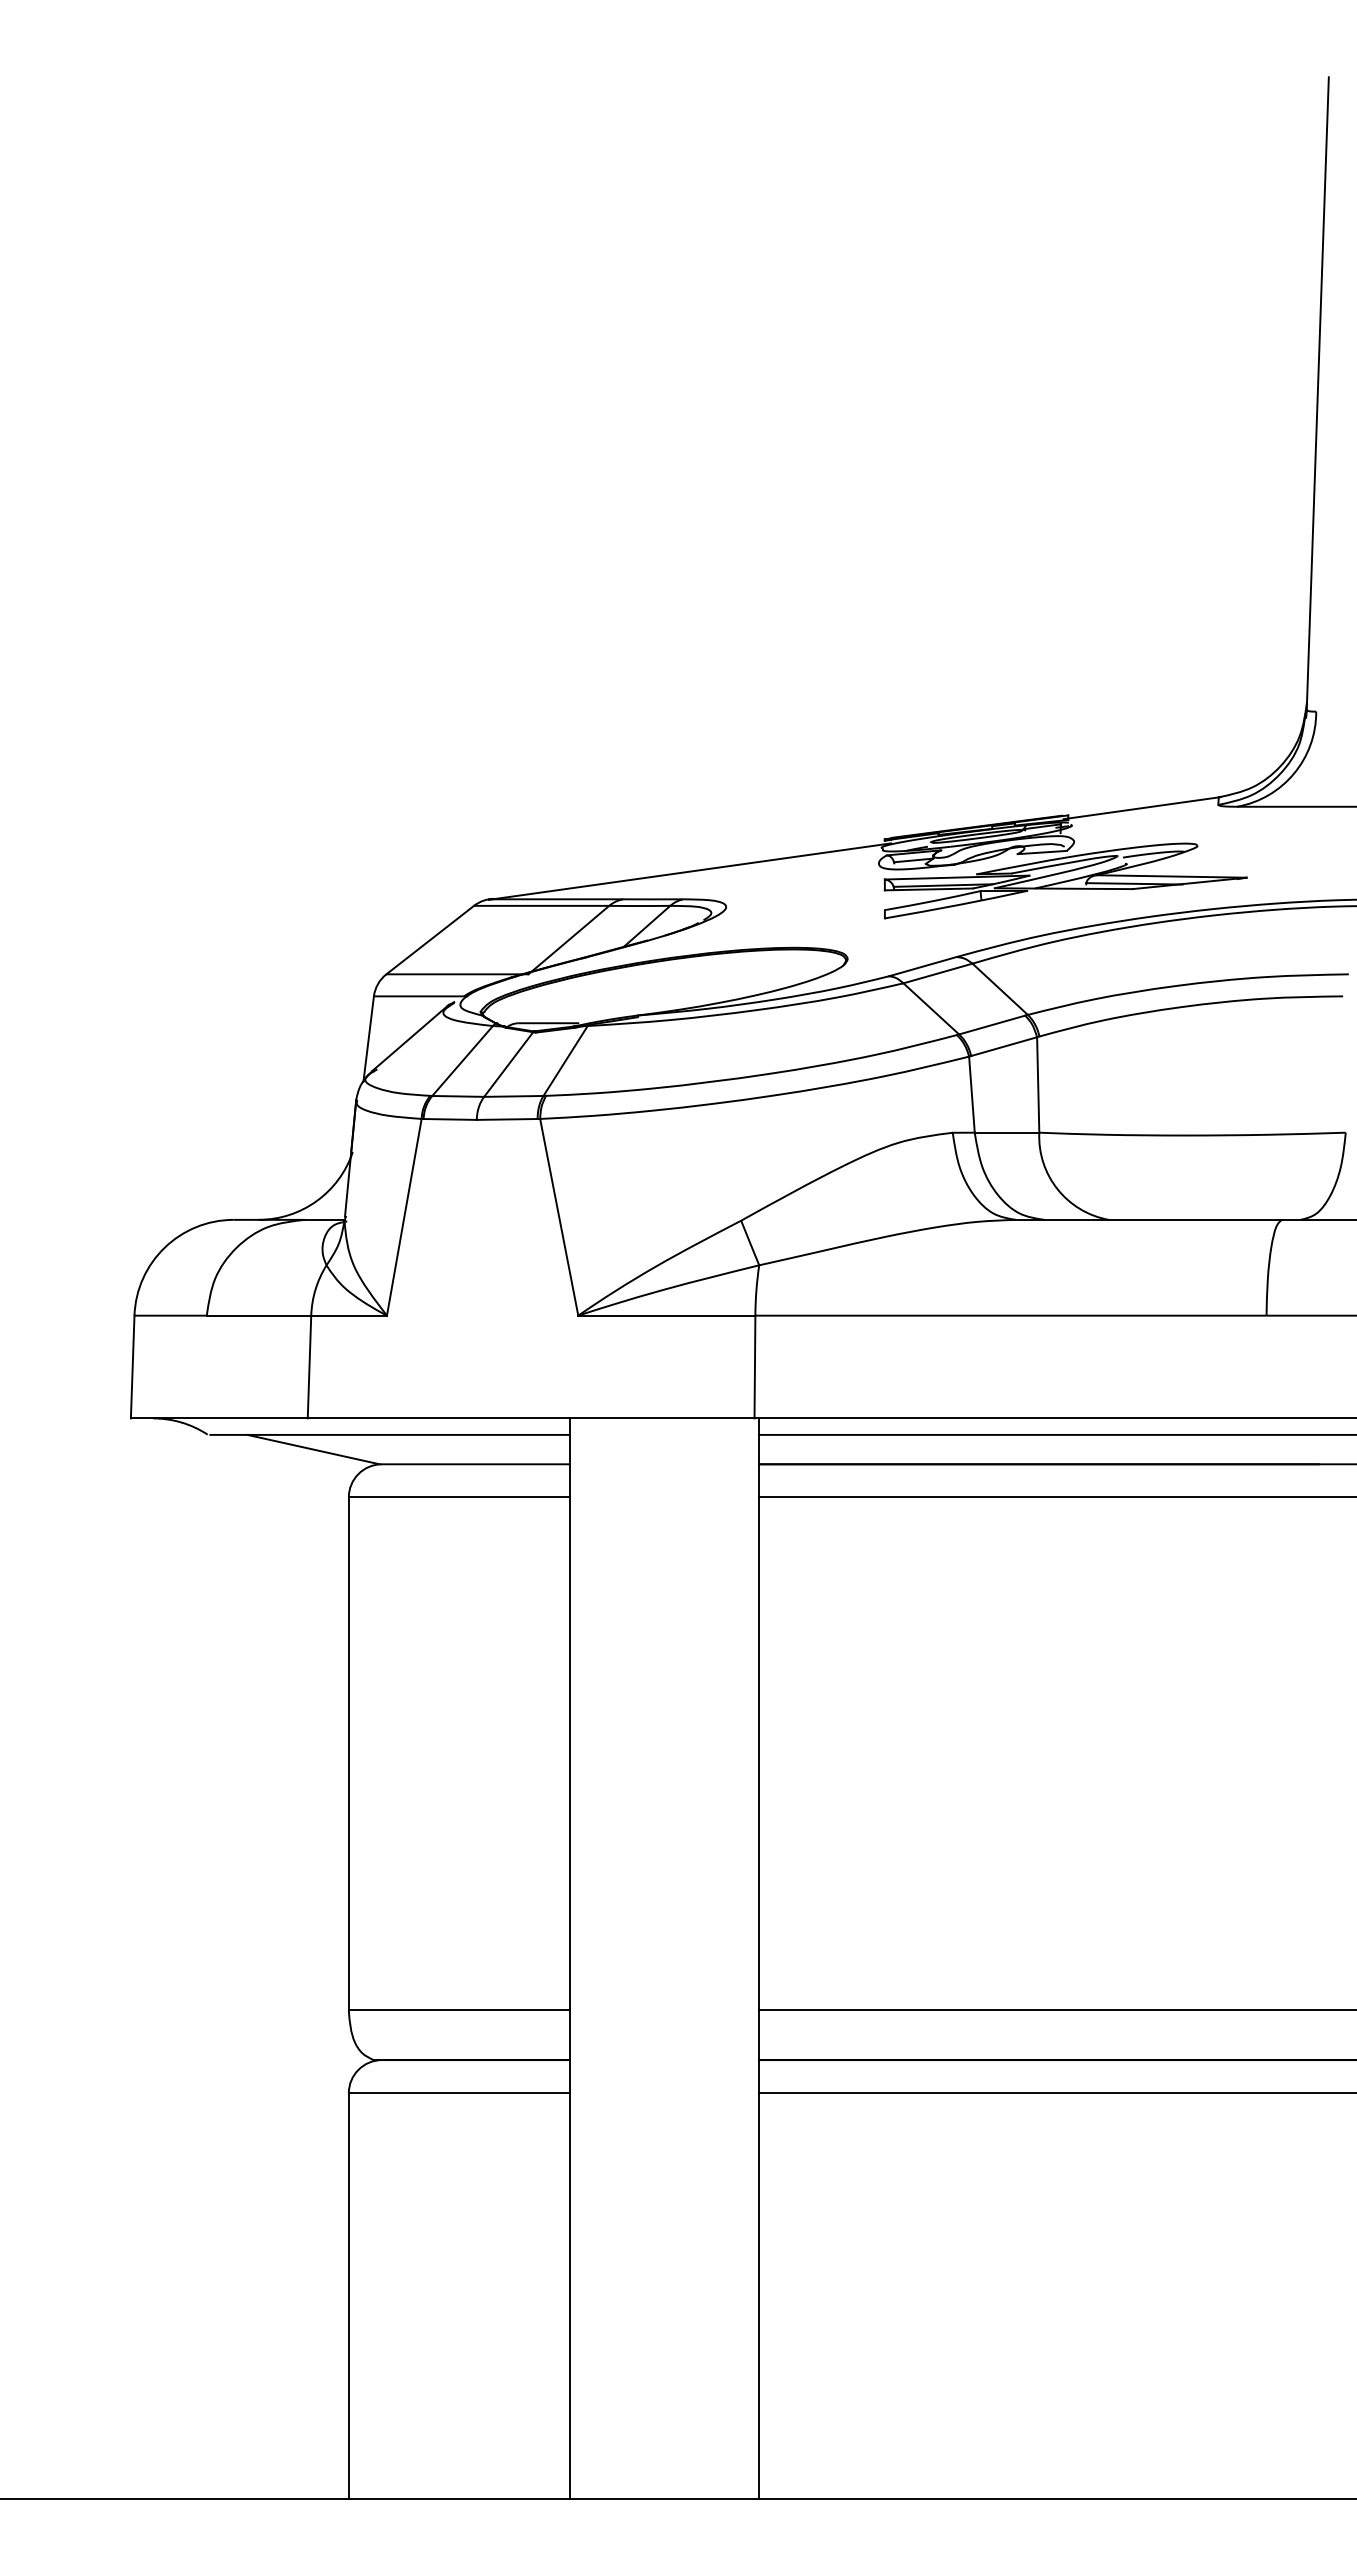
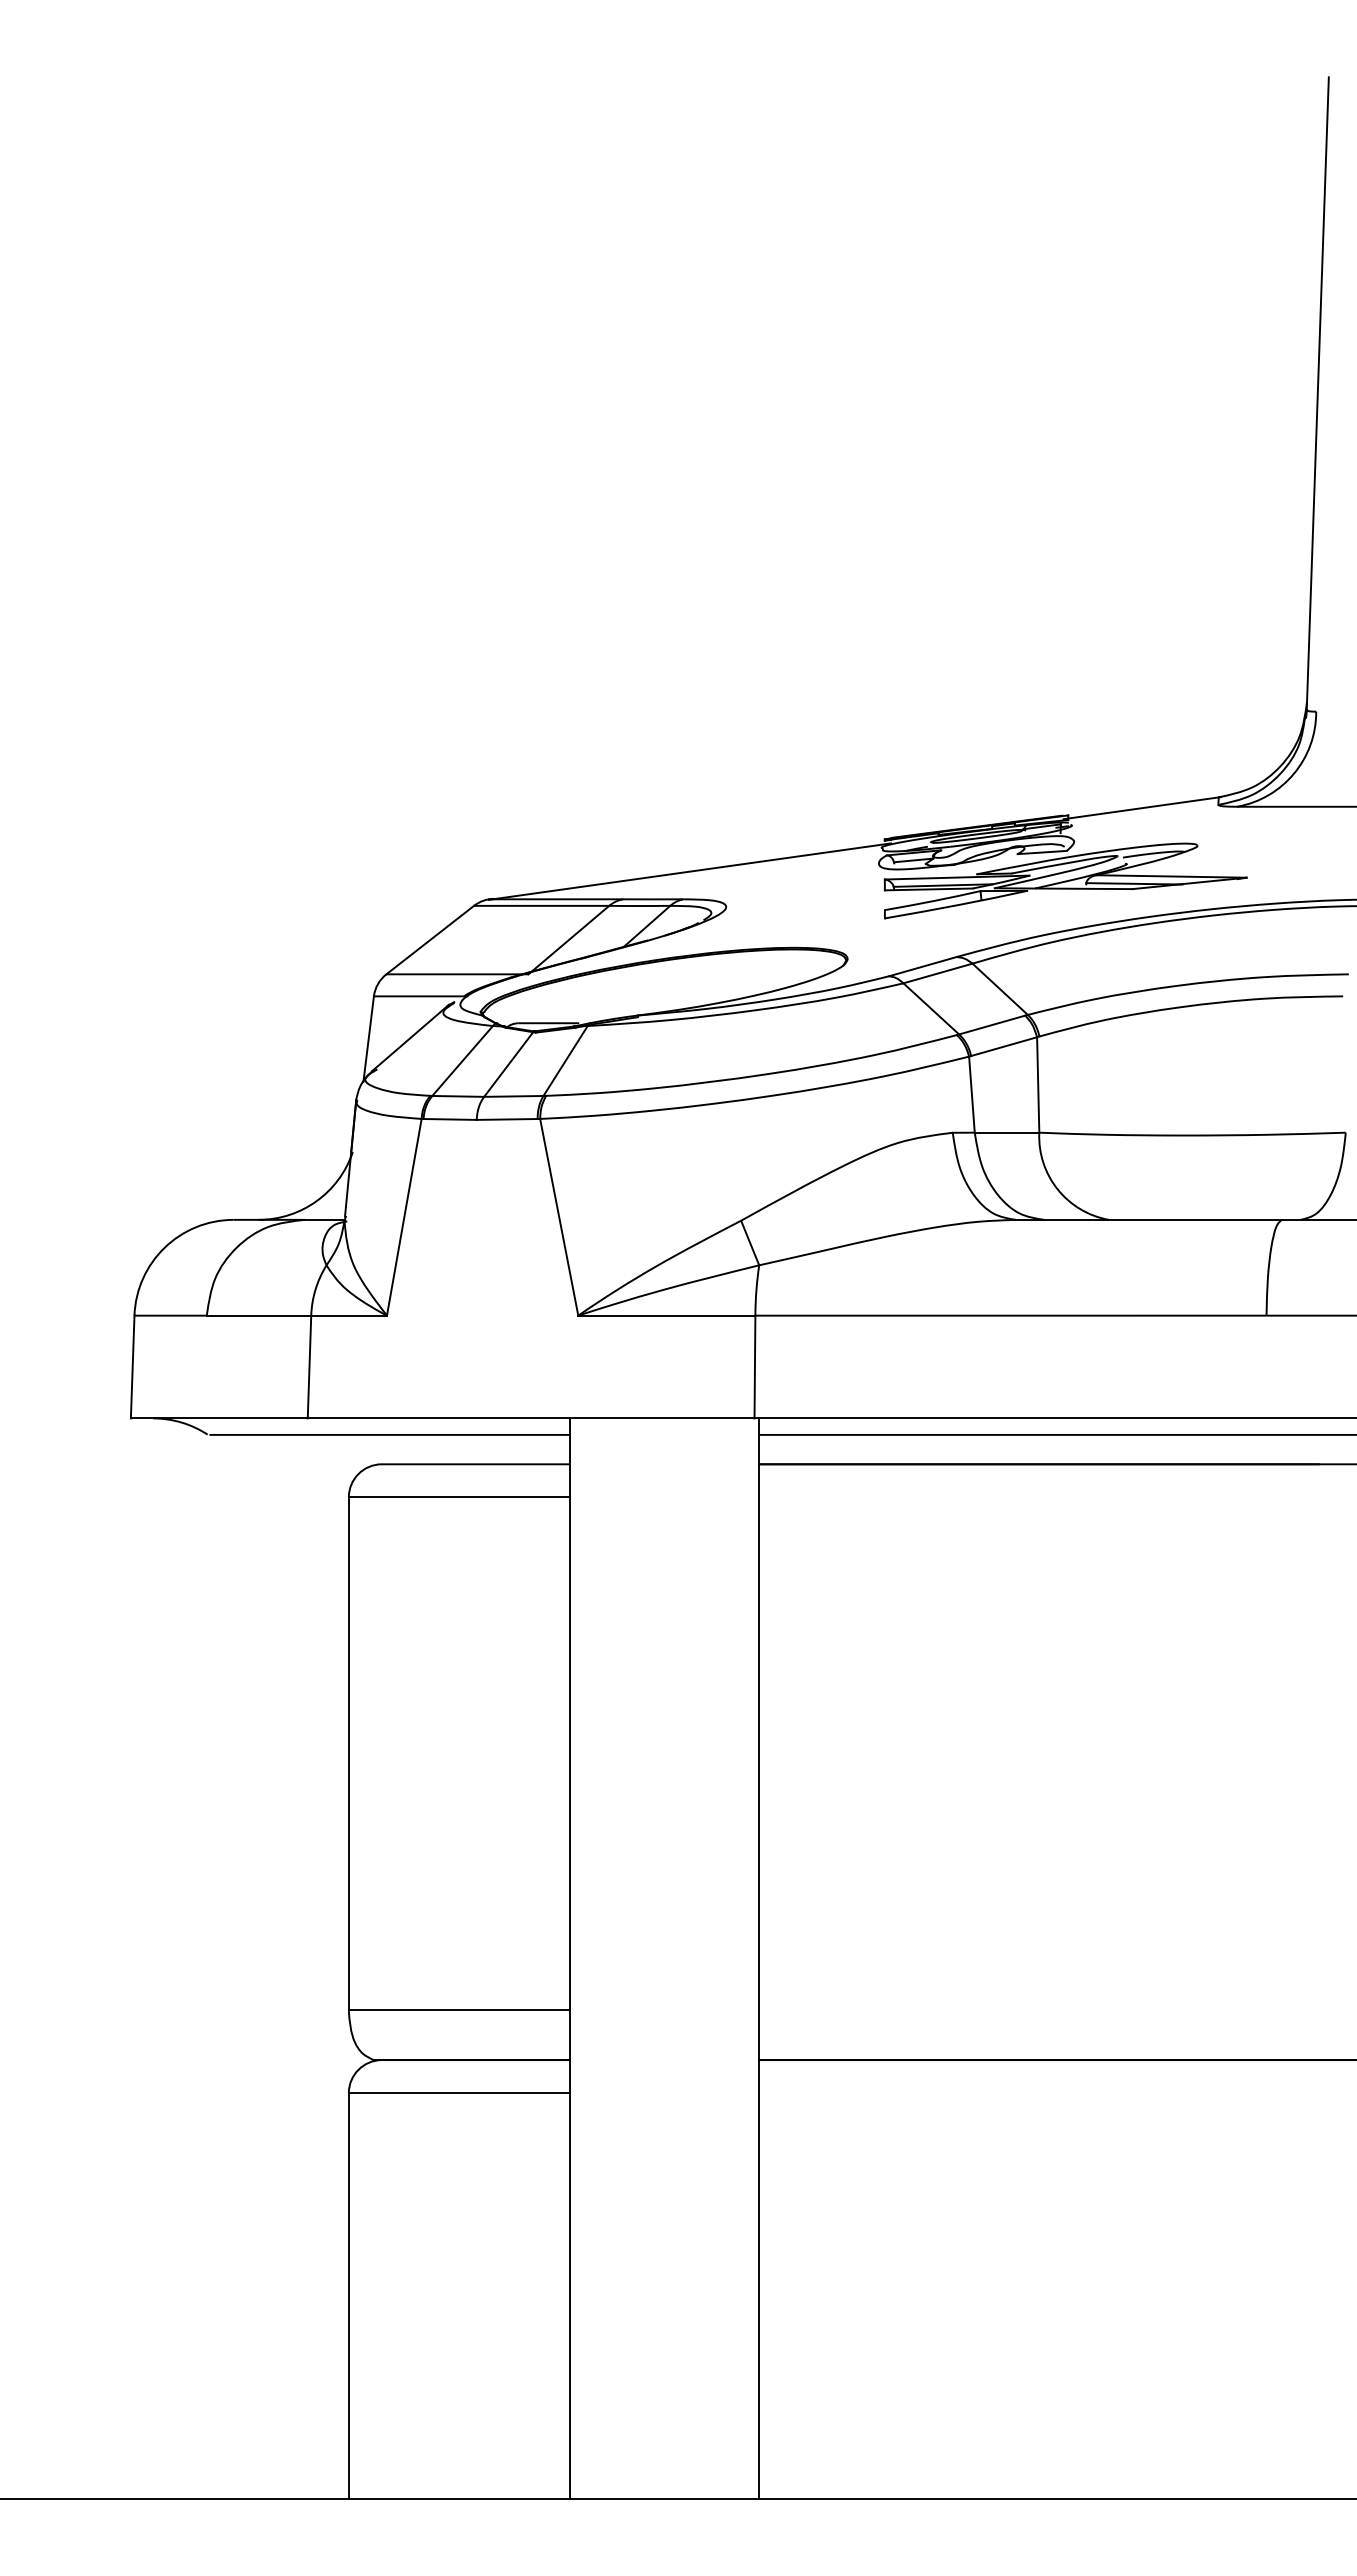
line at (313, 1449): present -> none
line at (1055, 1497): present -> none
line at (1055, 2010): present -> none
line at (1055, 2093): present -> none
